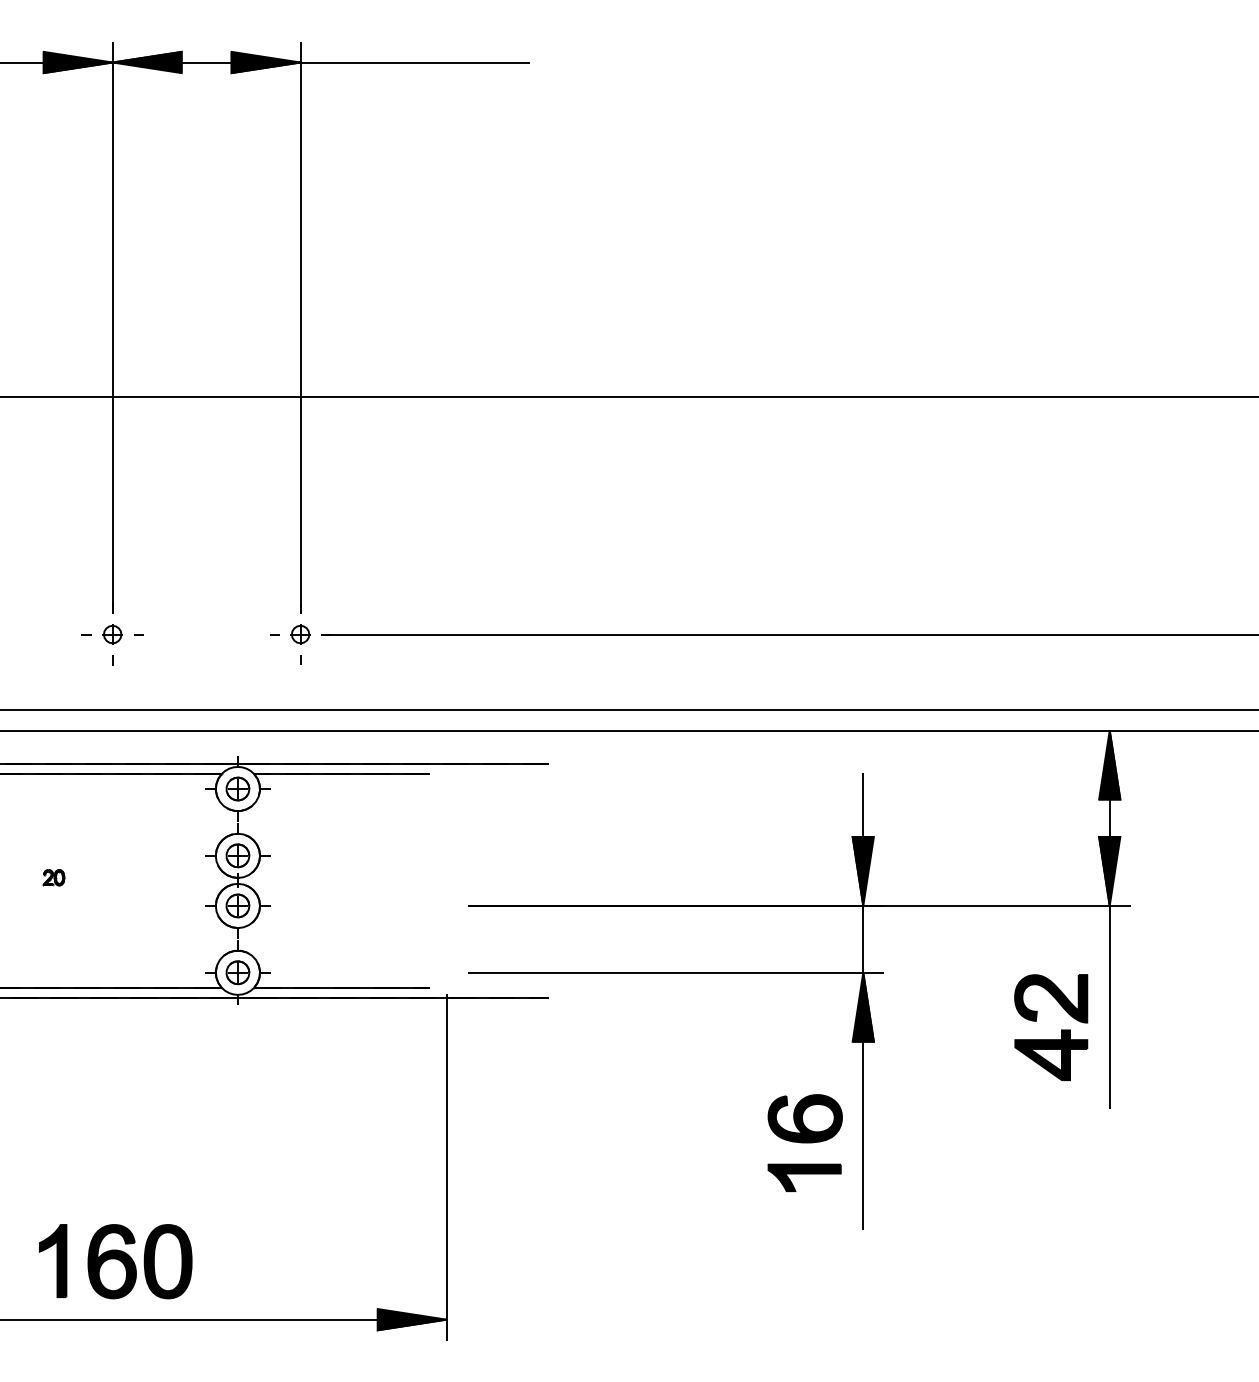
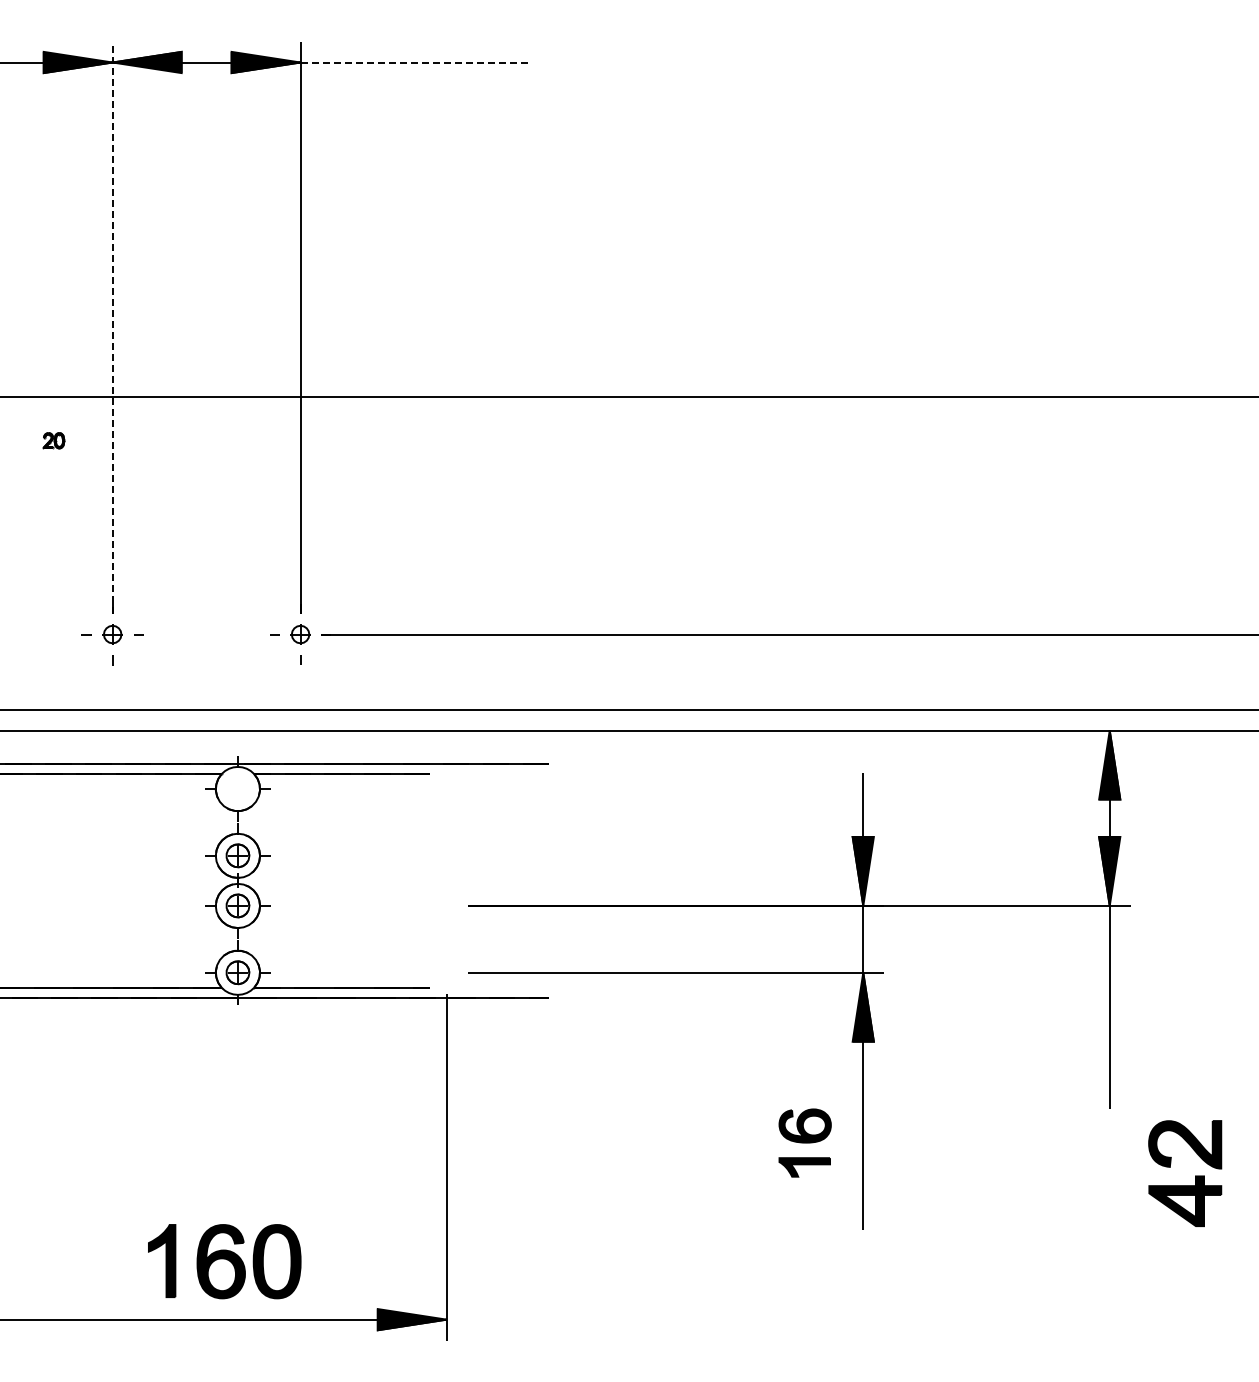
line at (415, 62): solid -> dashed
line at (112, 327): solid -> dashed
part at (237, 788): present -> none
part at (53, 877) position: (53, 877) -> (53, 440)
part at (1061, 1029) position: (1061, 1029) -> (1195, 1175)
part at (804, 1142) size: 76x98 px -> 54x70 px
part at (115, 1261) position: (115, 1261) -> (224, 1261)
